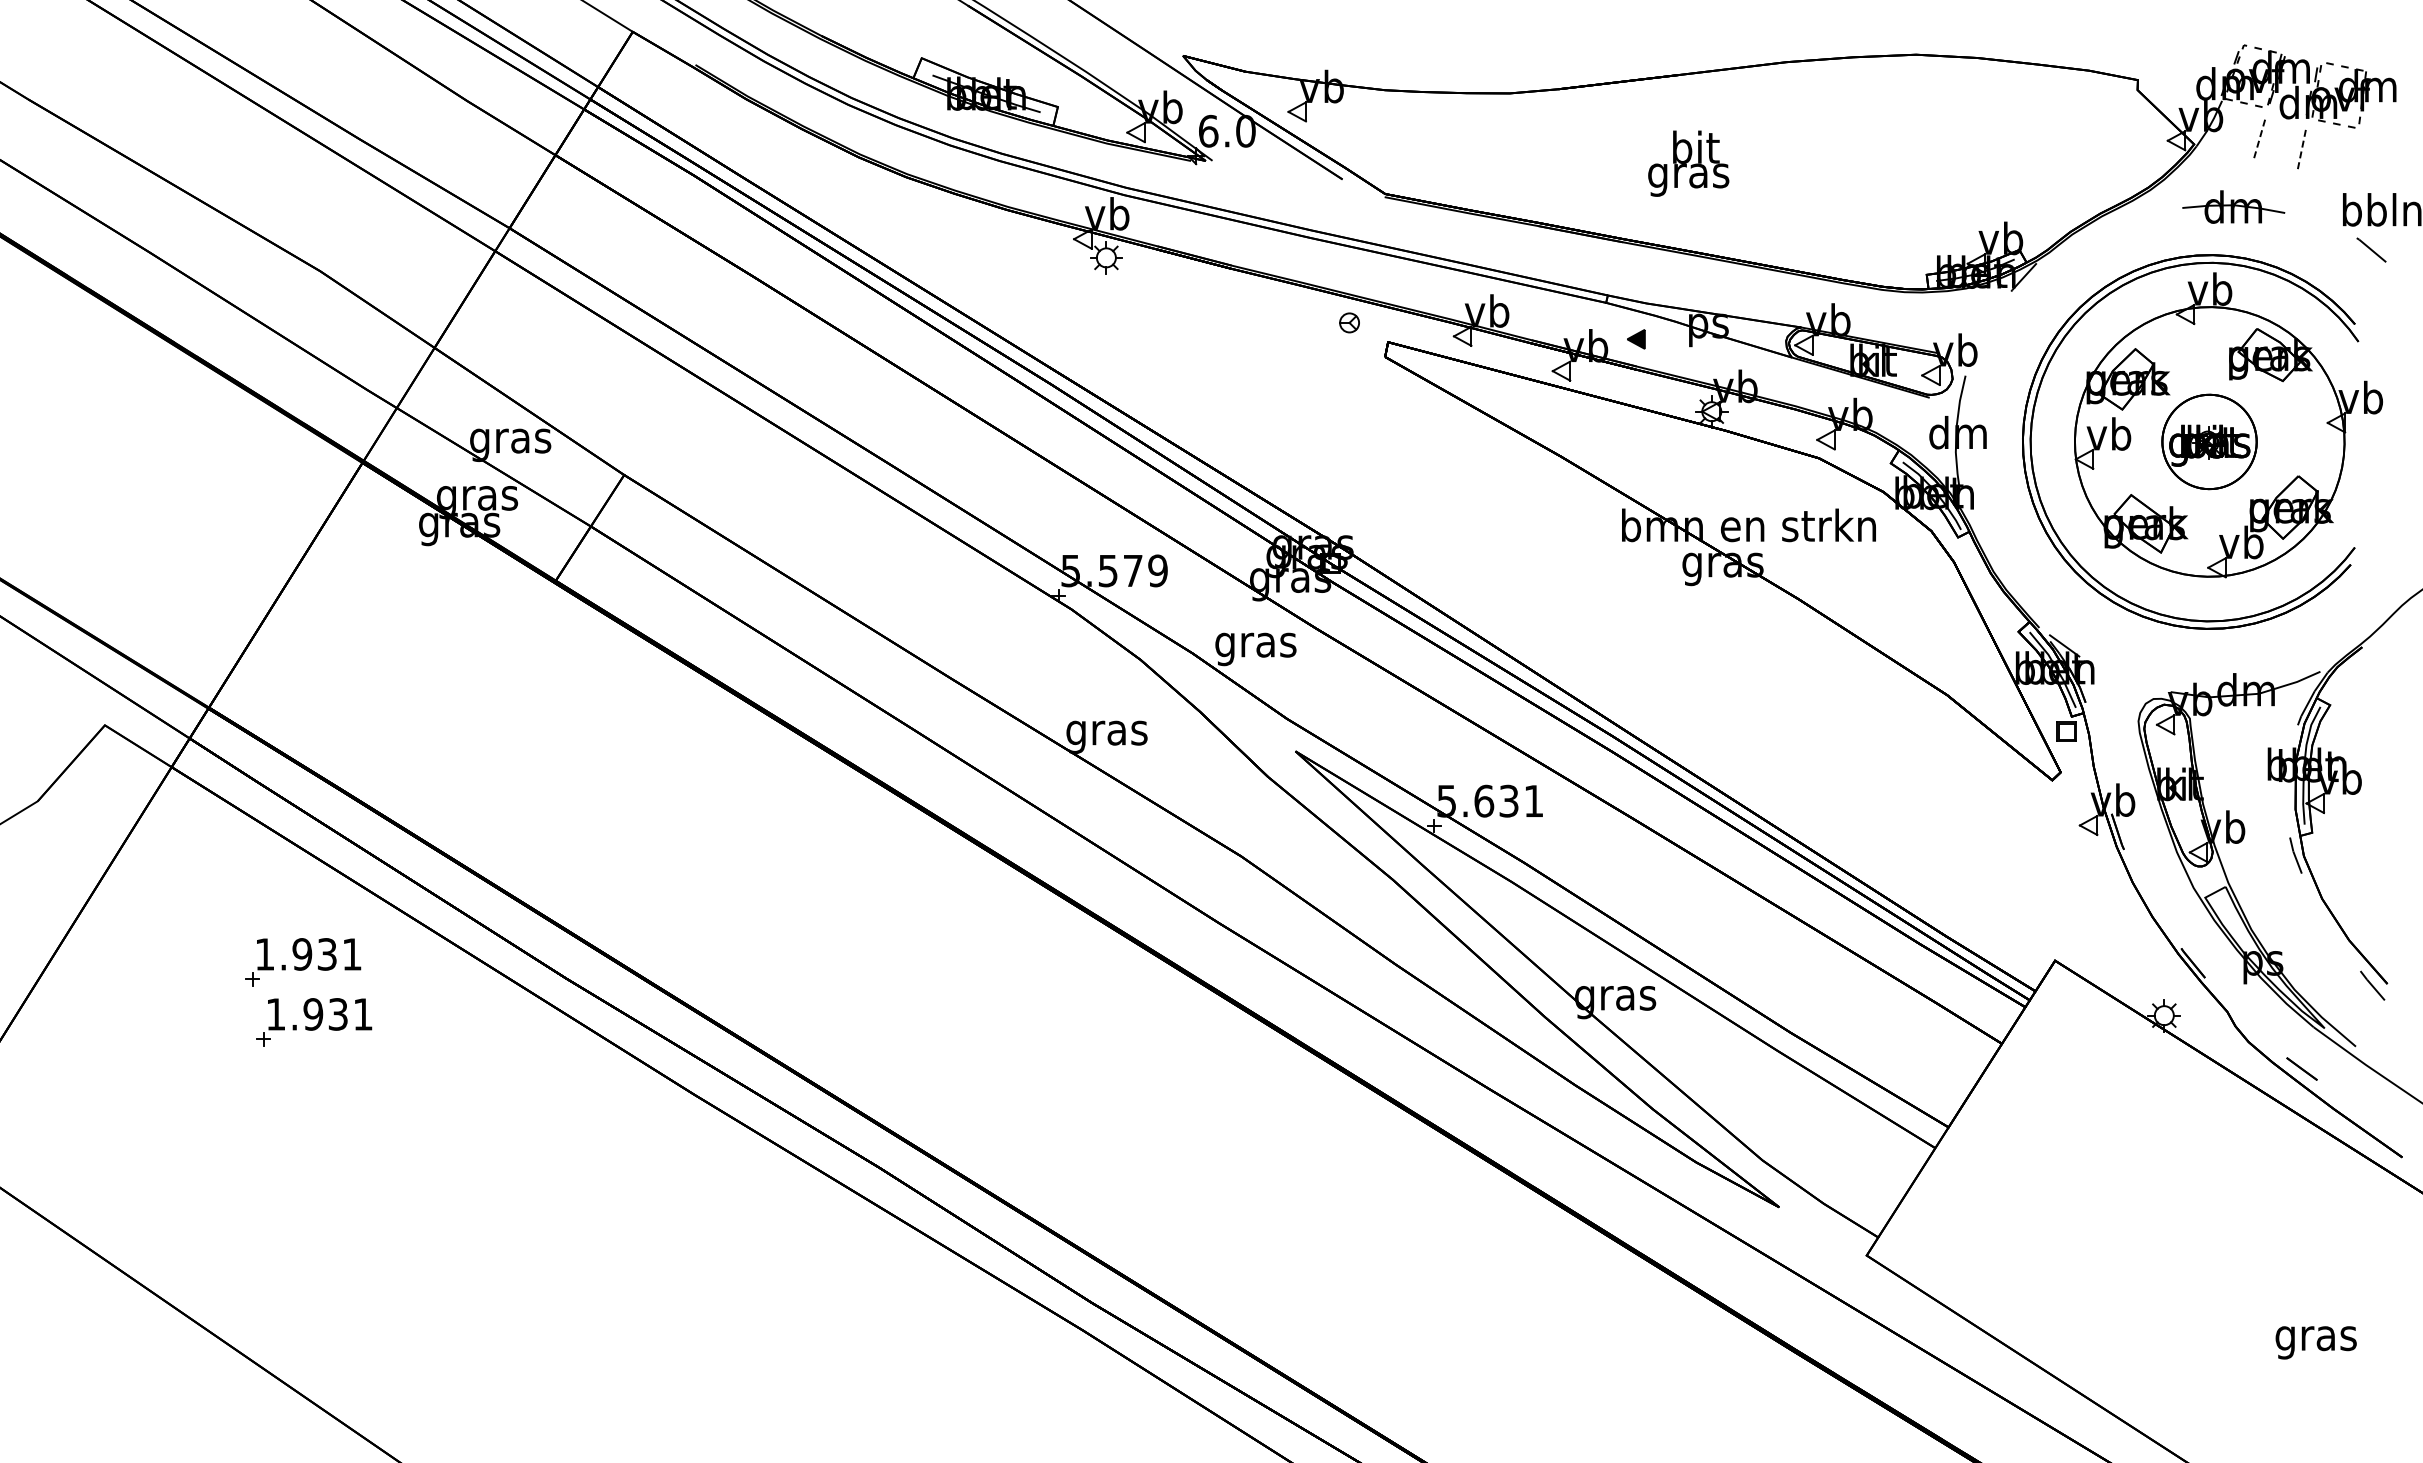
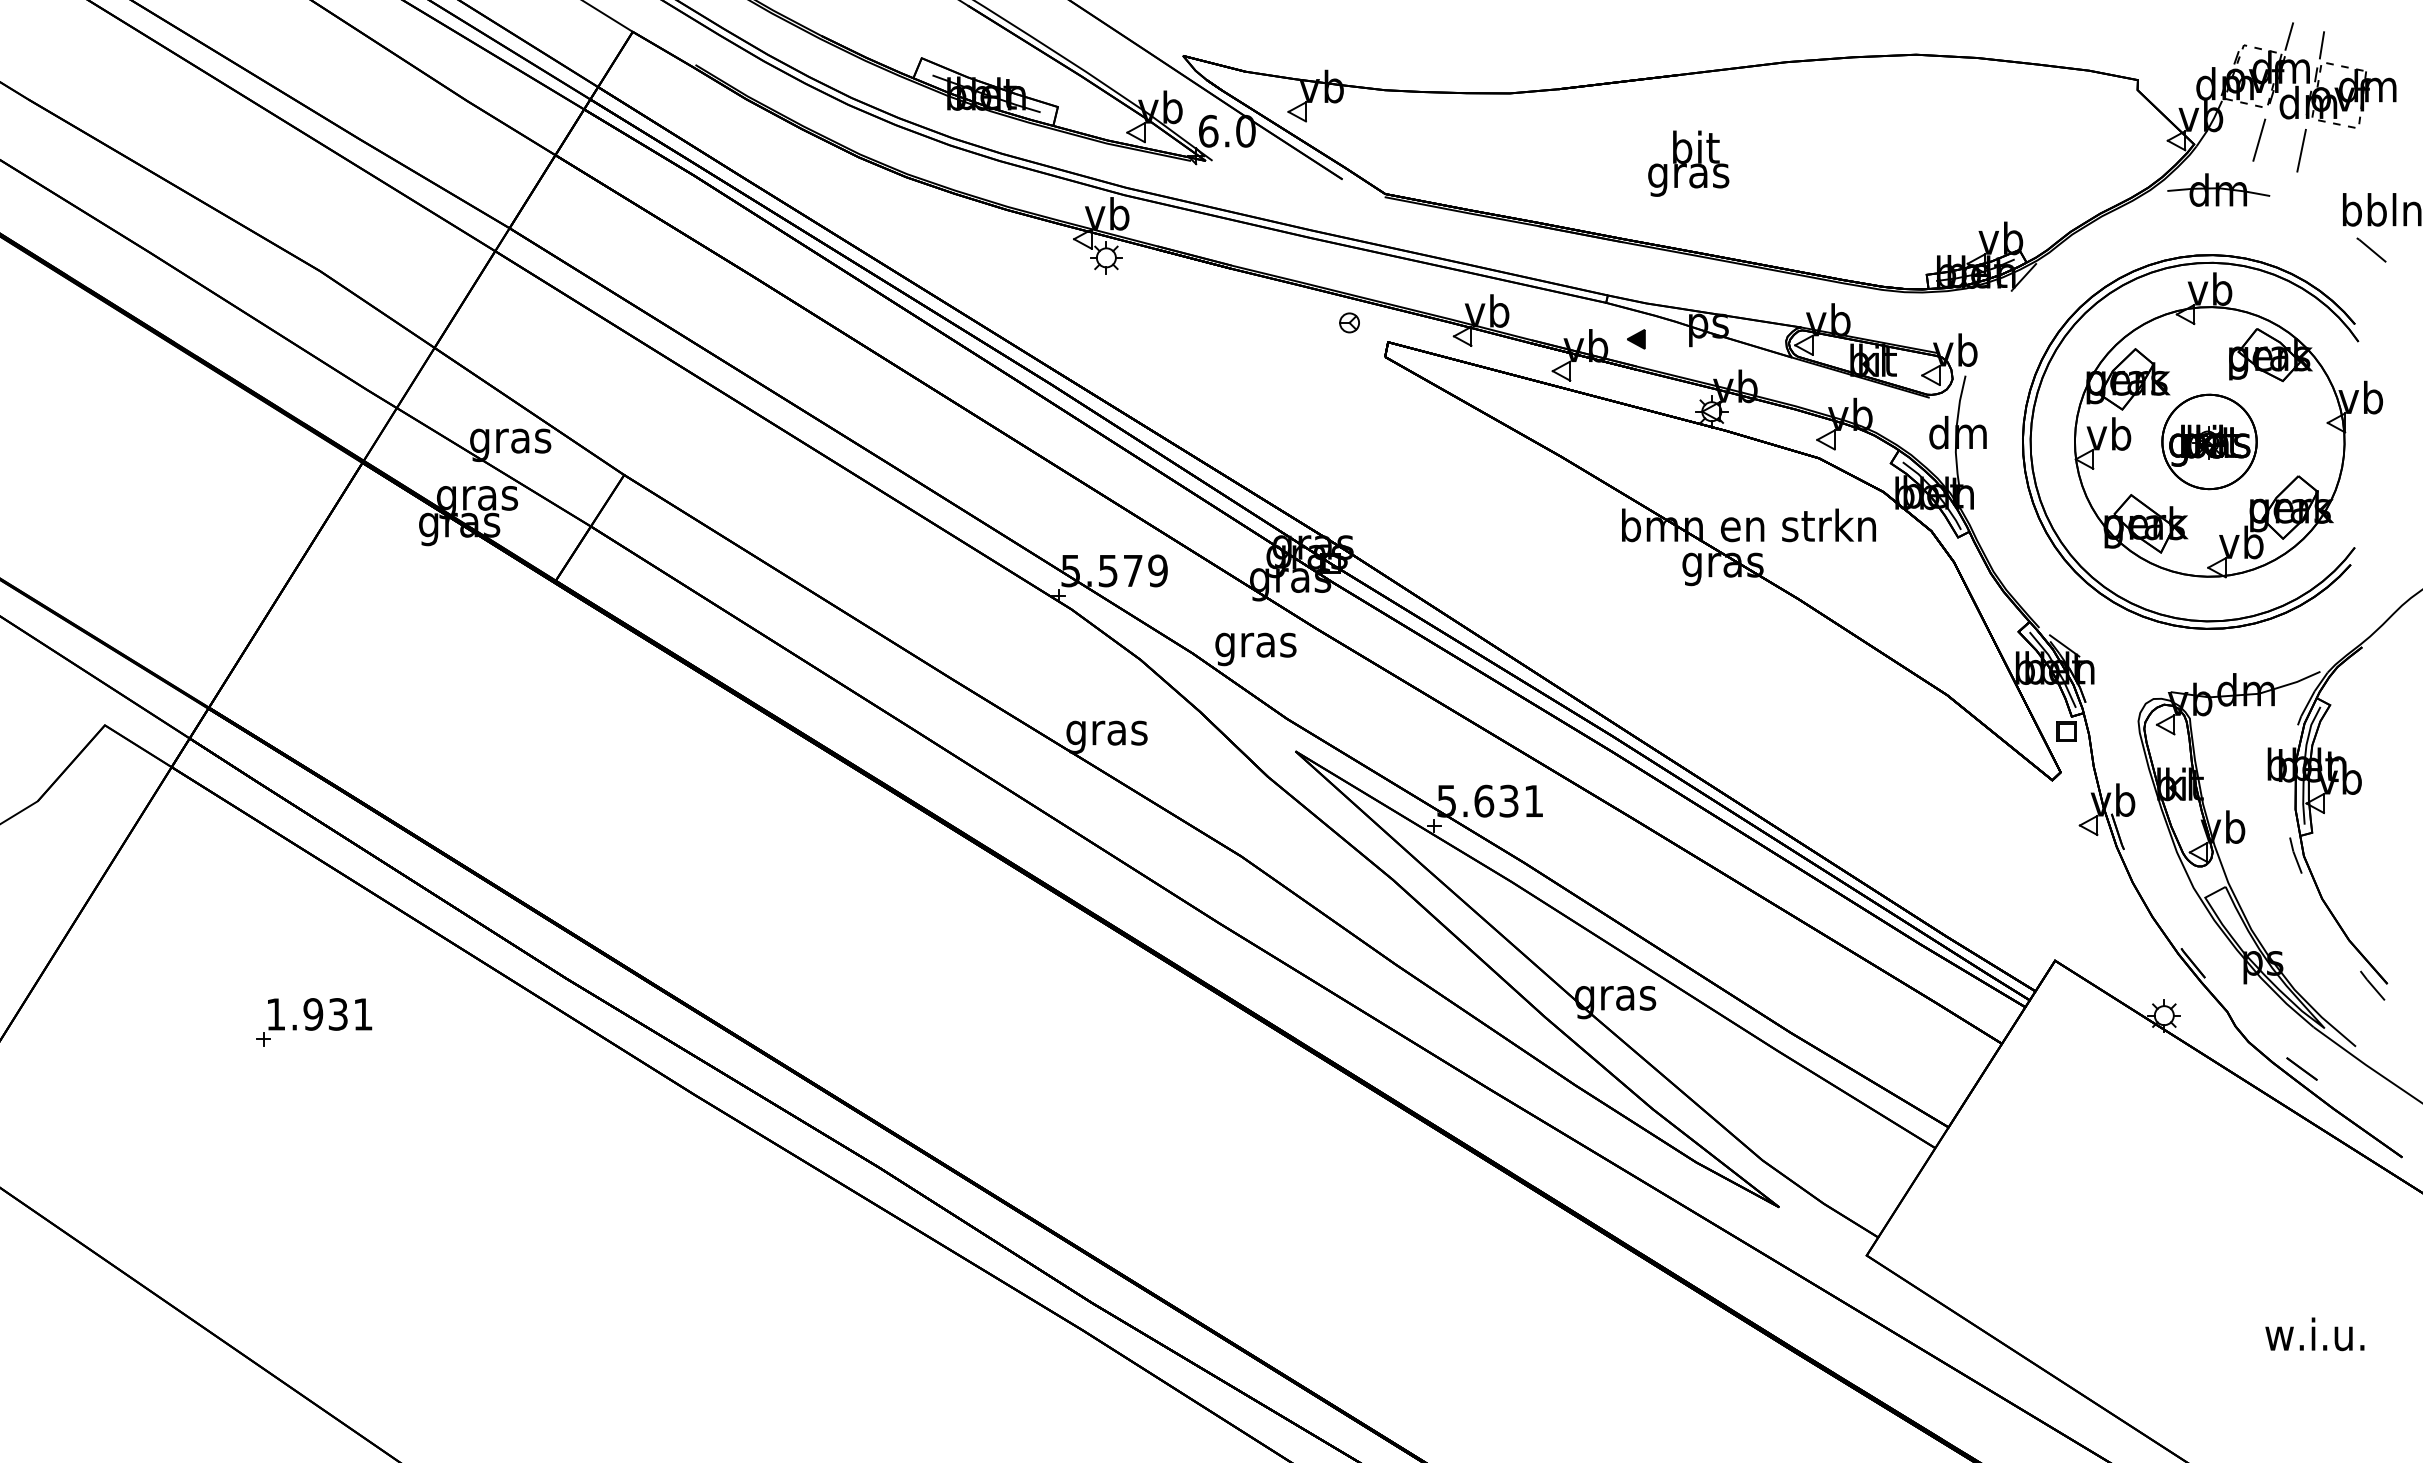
line at (2289, 36): none -> present
line at (2321, 45): none -> present
line at (2259, 140): dashed -> solid
line at (2301, 151): dashed -> solid
part at (2233, 206) position: (2233, 206) -> (2218, 189)
part at (303, 962): present -> none
text at (2314, 1338): gras -> w.i.u.
